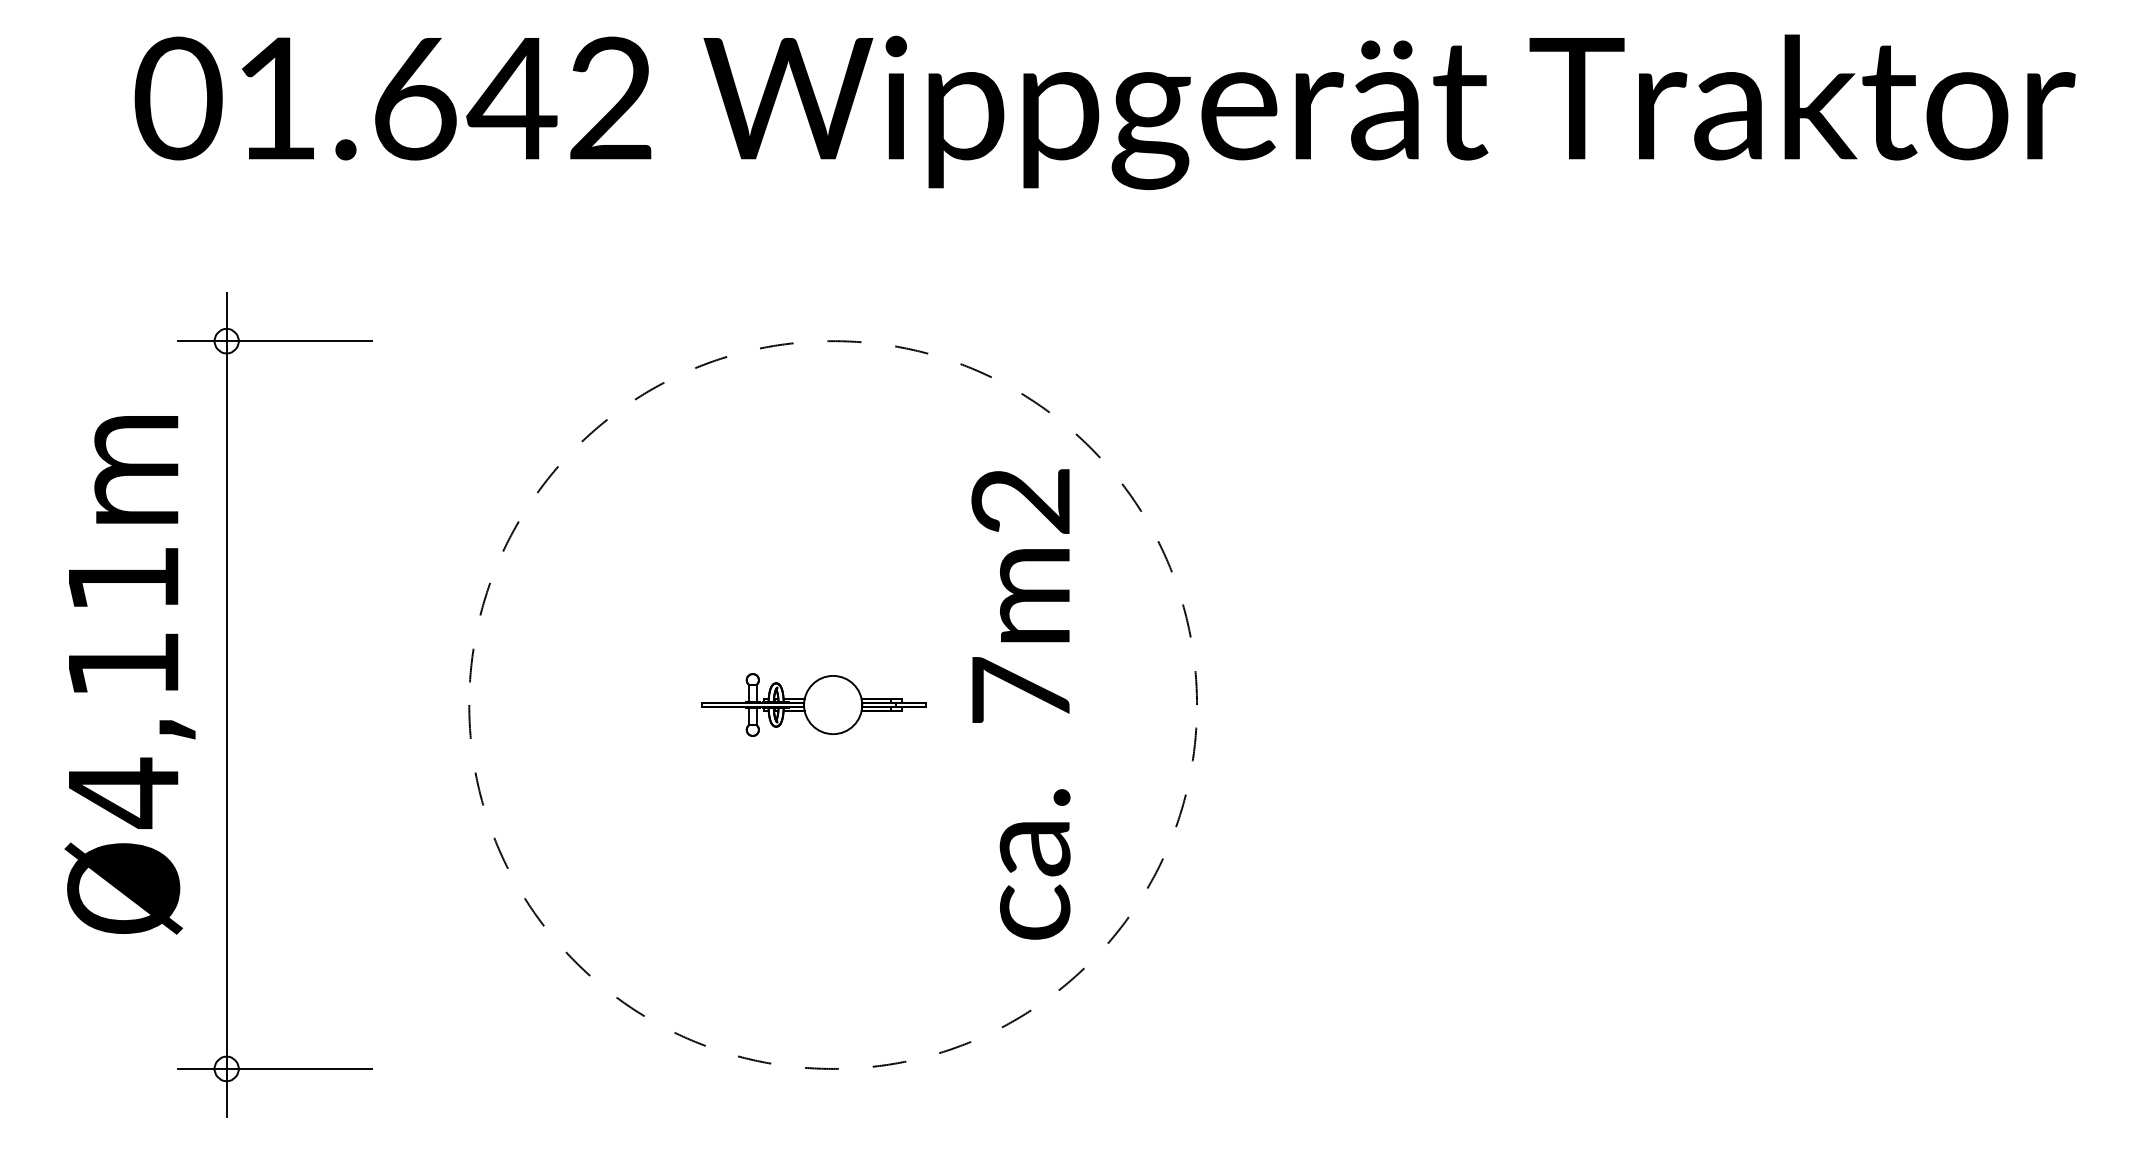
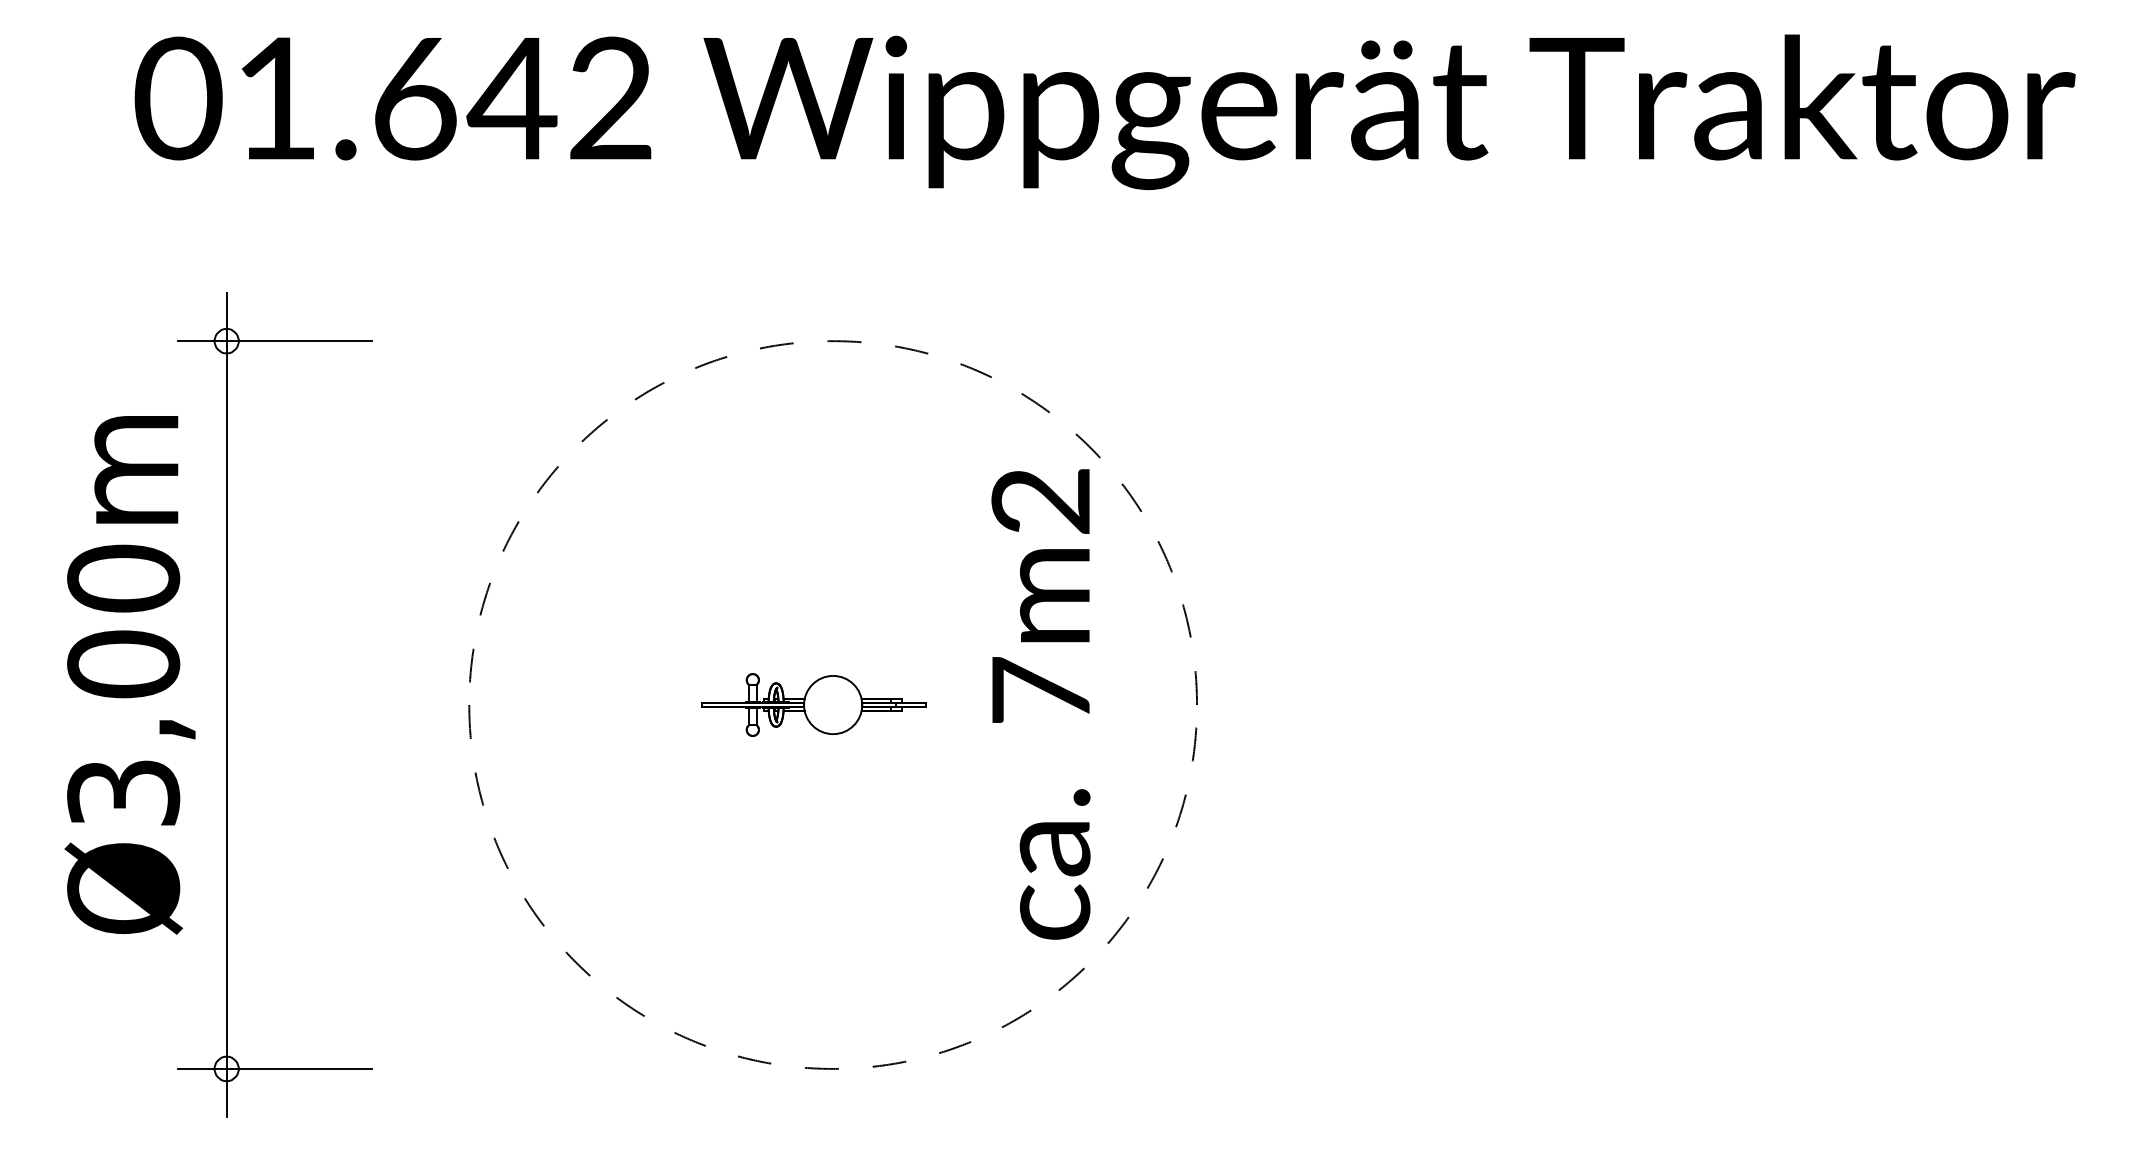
text at (123, 686): Ø4,11m -> Ø3,00m
text at (1020, 704) position: (1020, 704) -> (1040, 704)
